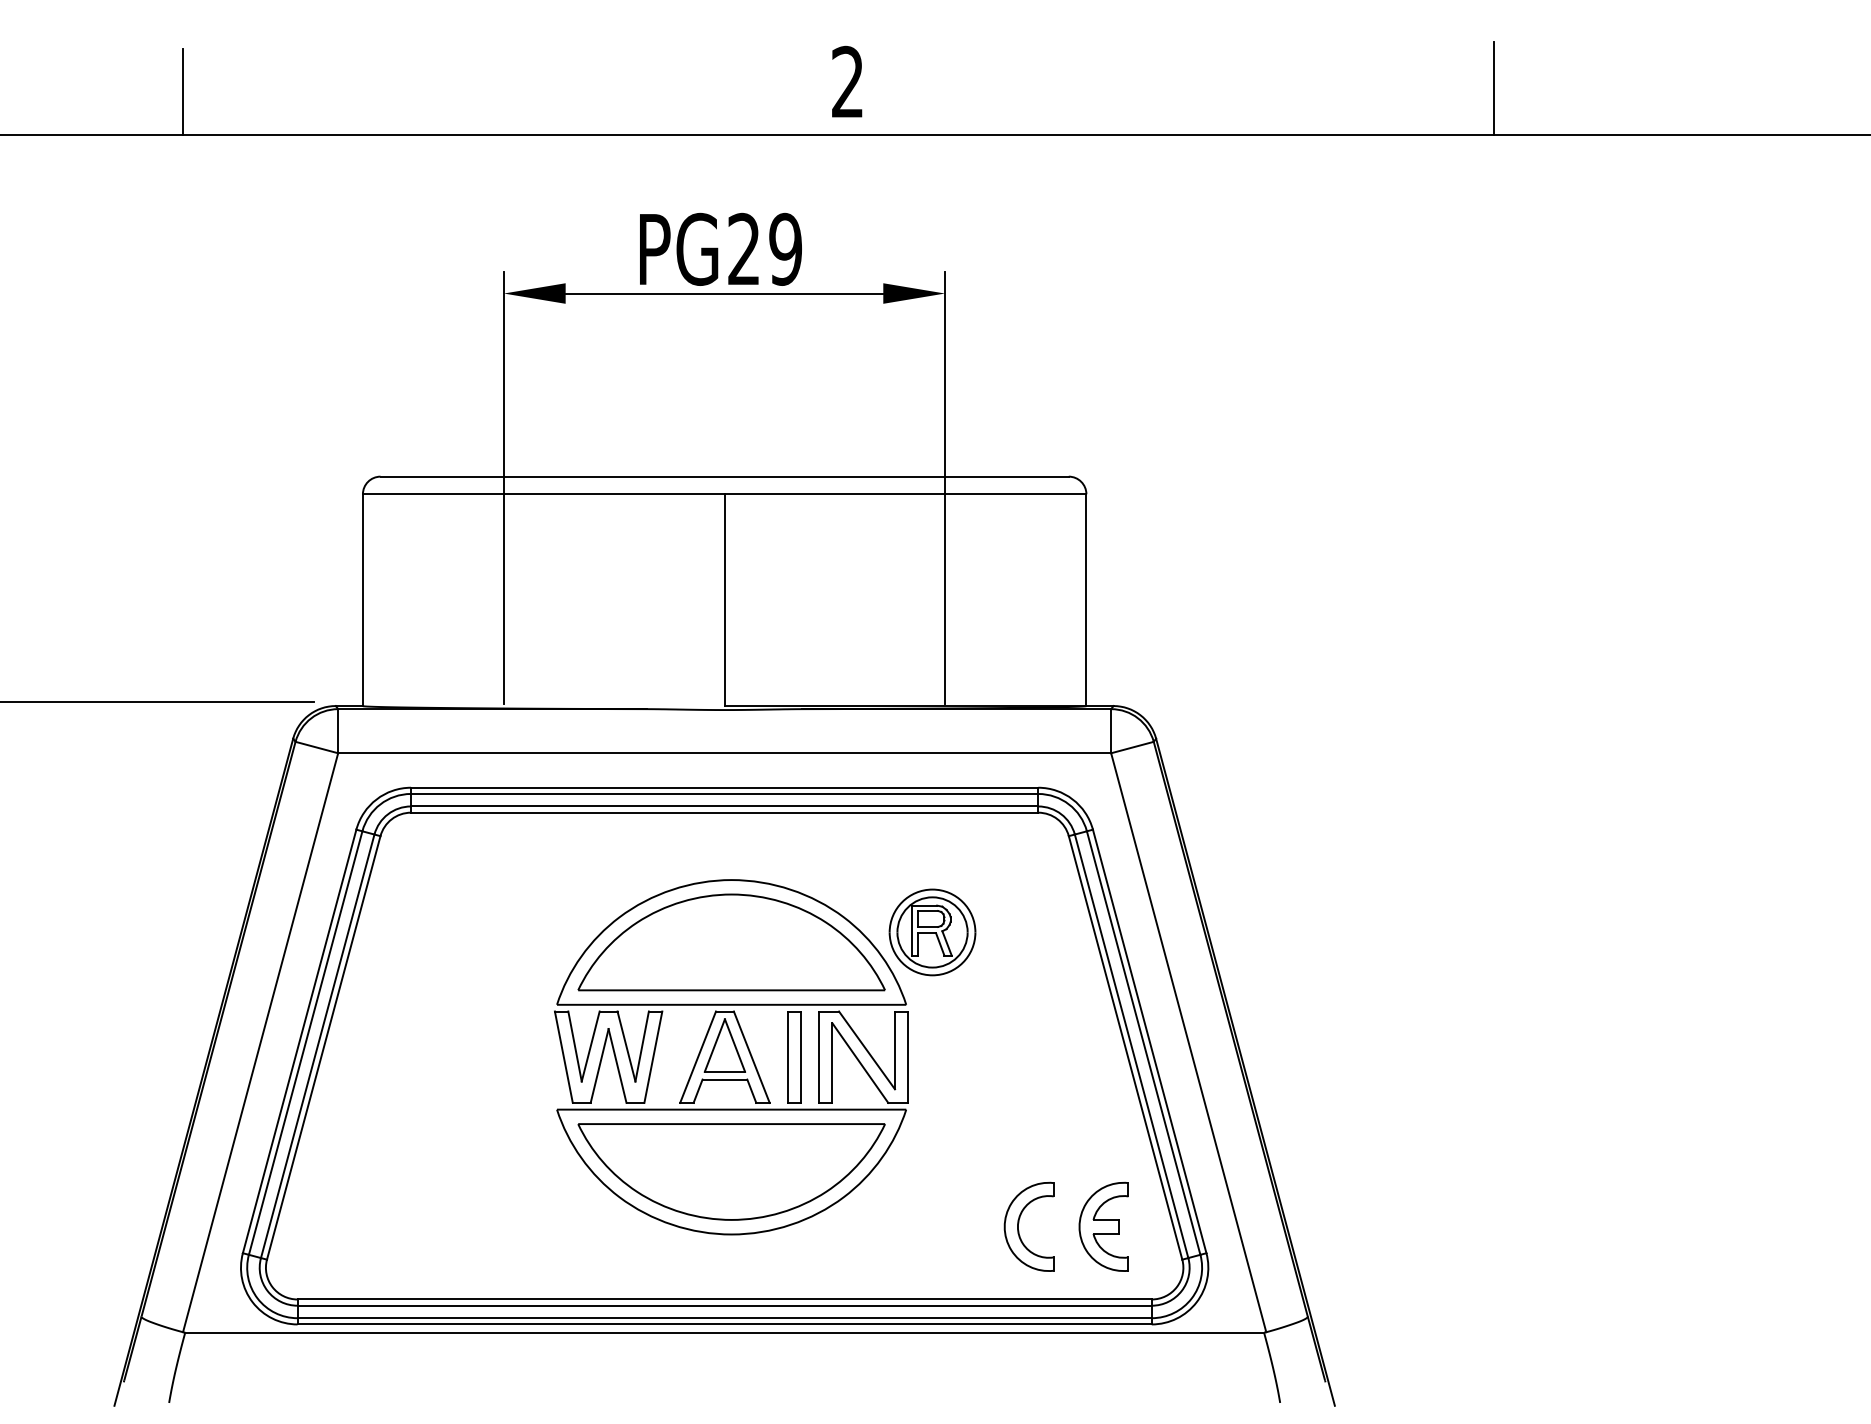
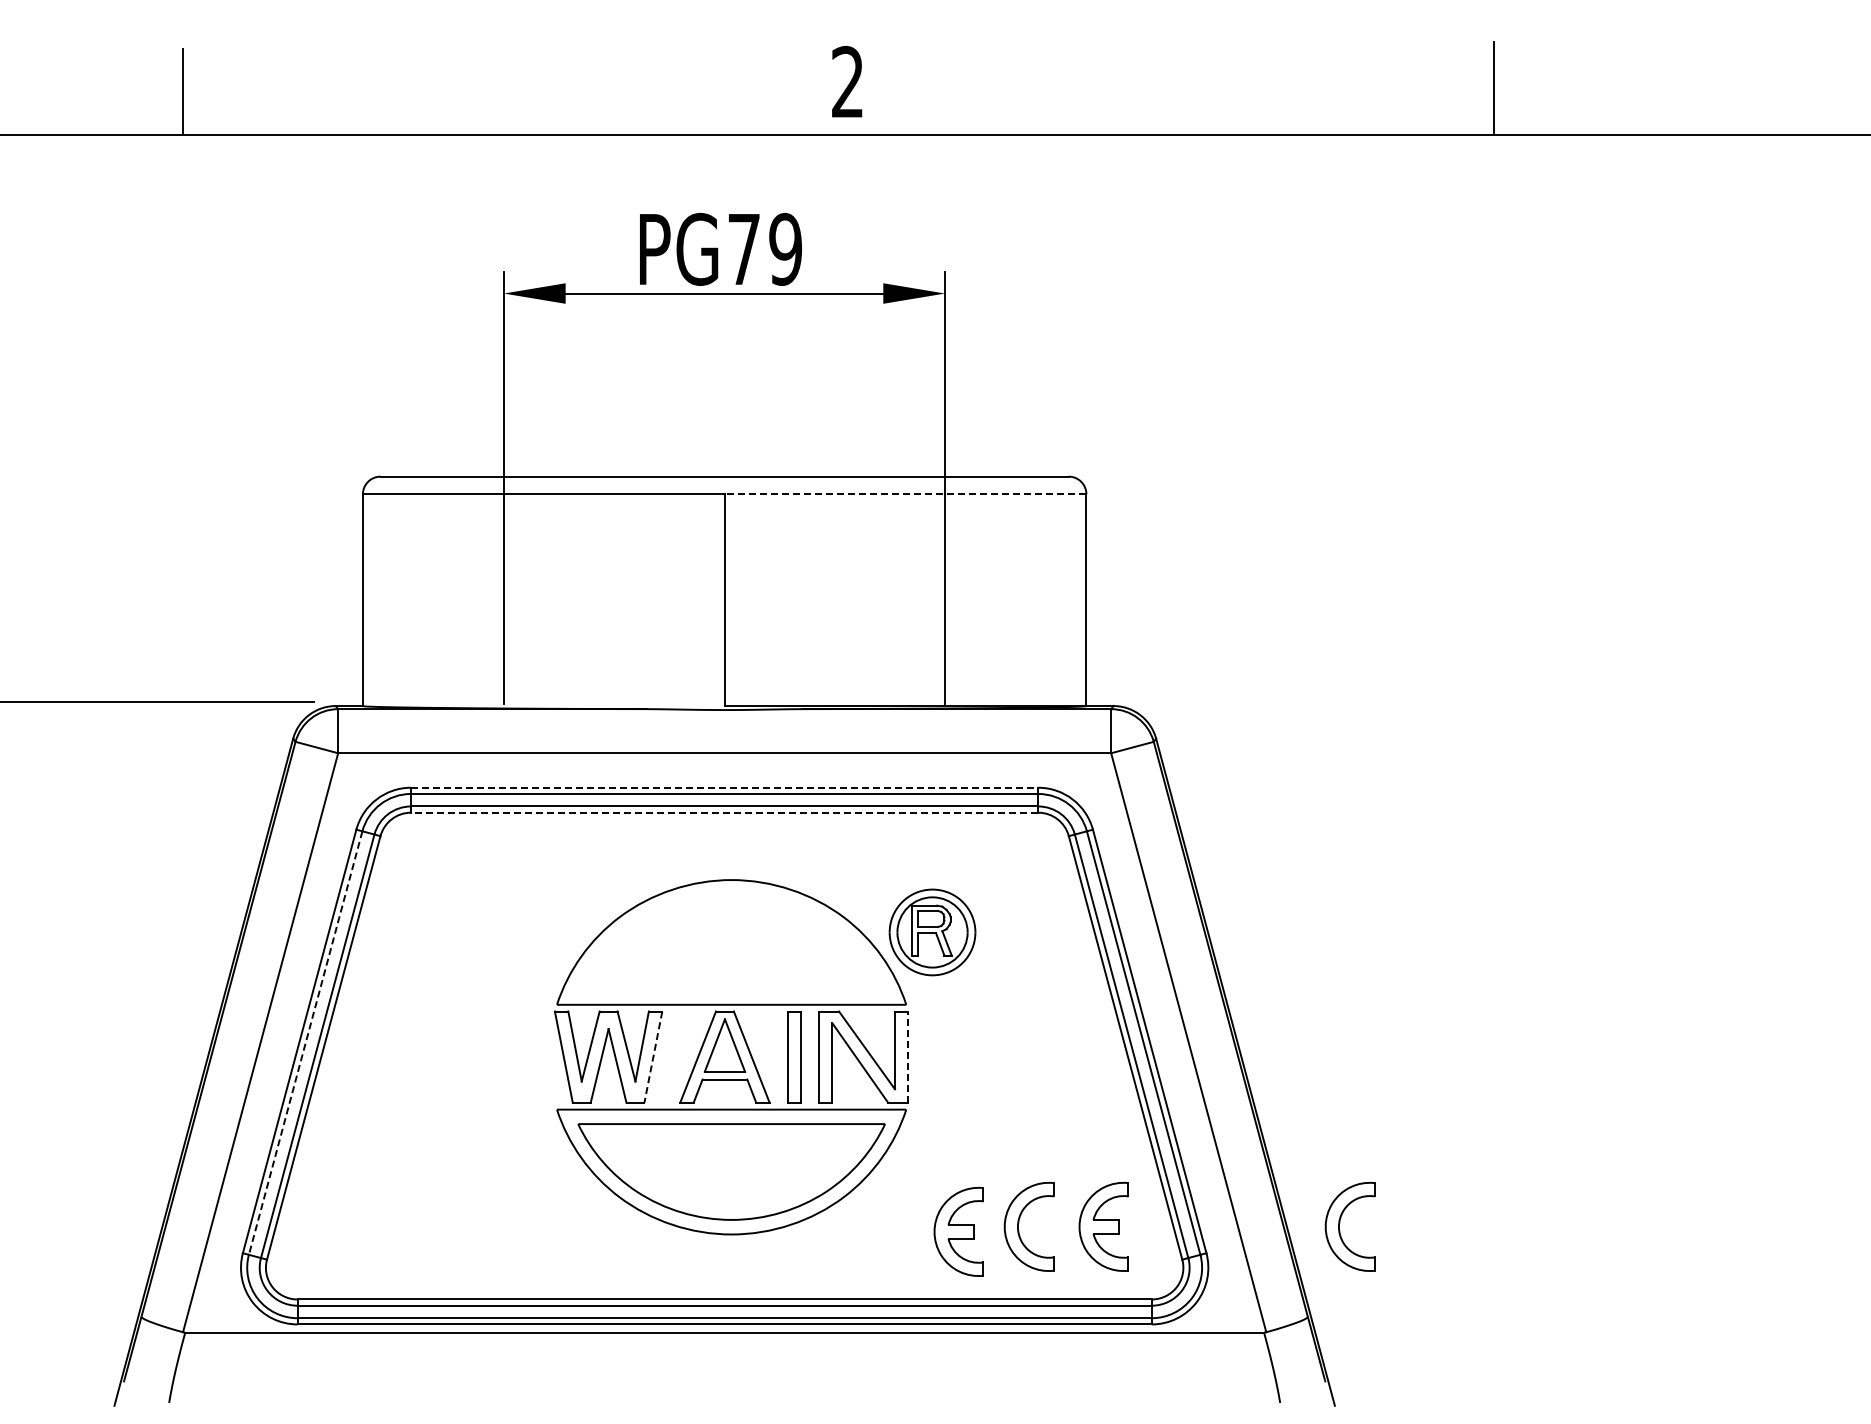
text at (743, 248): PG29 -> PG79
line at (905, 494): solid -> dashed
line at (724, 787): solid -> dashed
line at (724, 812): solid -> dashed
part at (731, 942): present -> none
line at (305, 1043): solid -> dashed
line at (653, 1057): solid -> dashed
line at (908, 1057): solid -> dashed
part at (1340, 1223): none -> present
part at (958, 1231): none -> present
